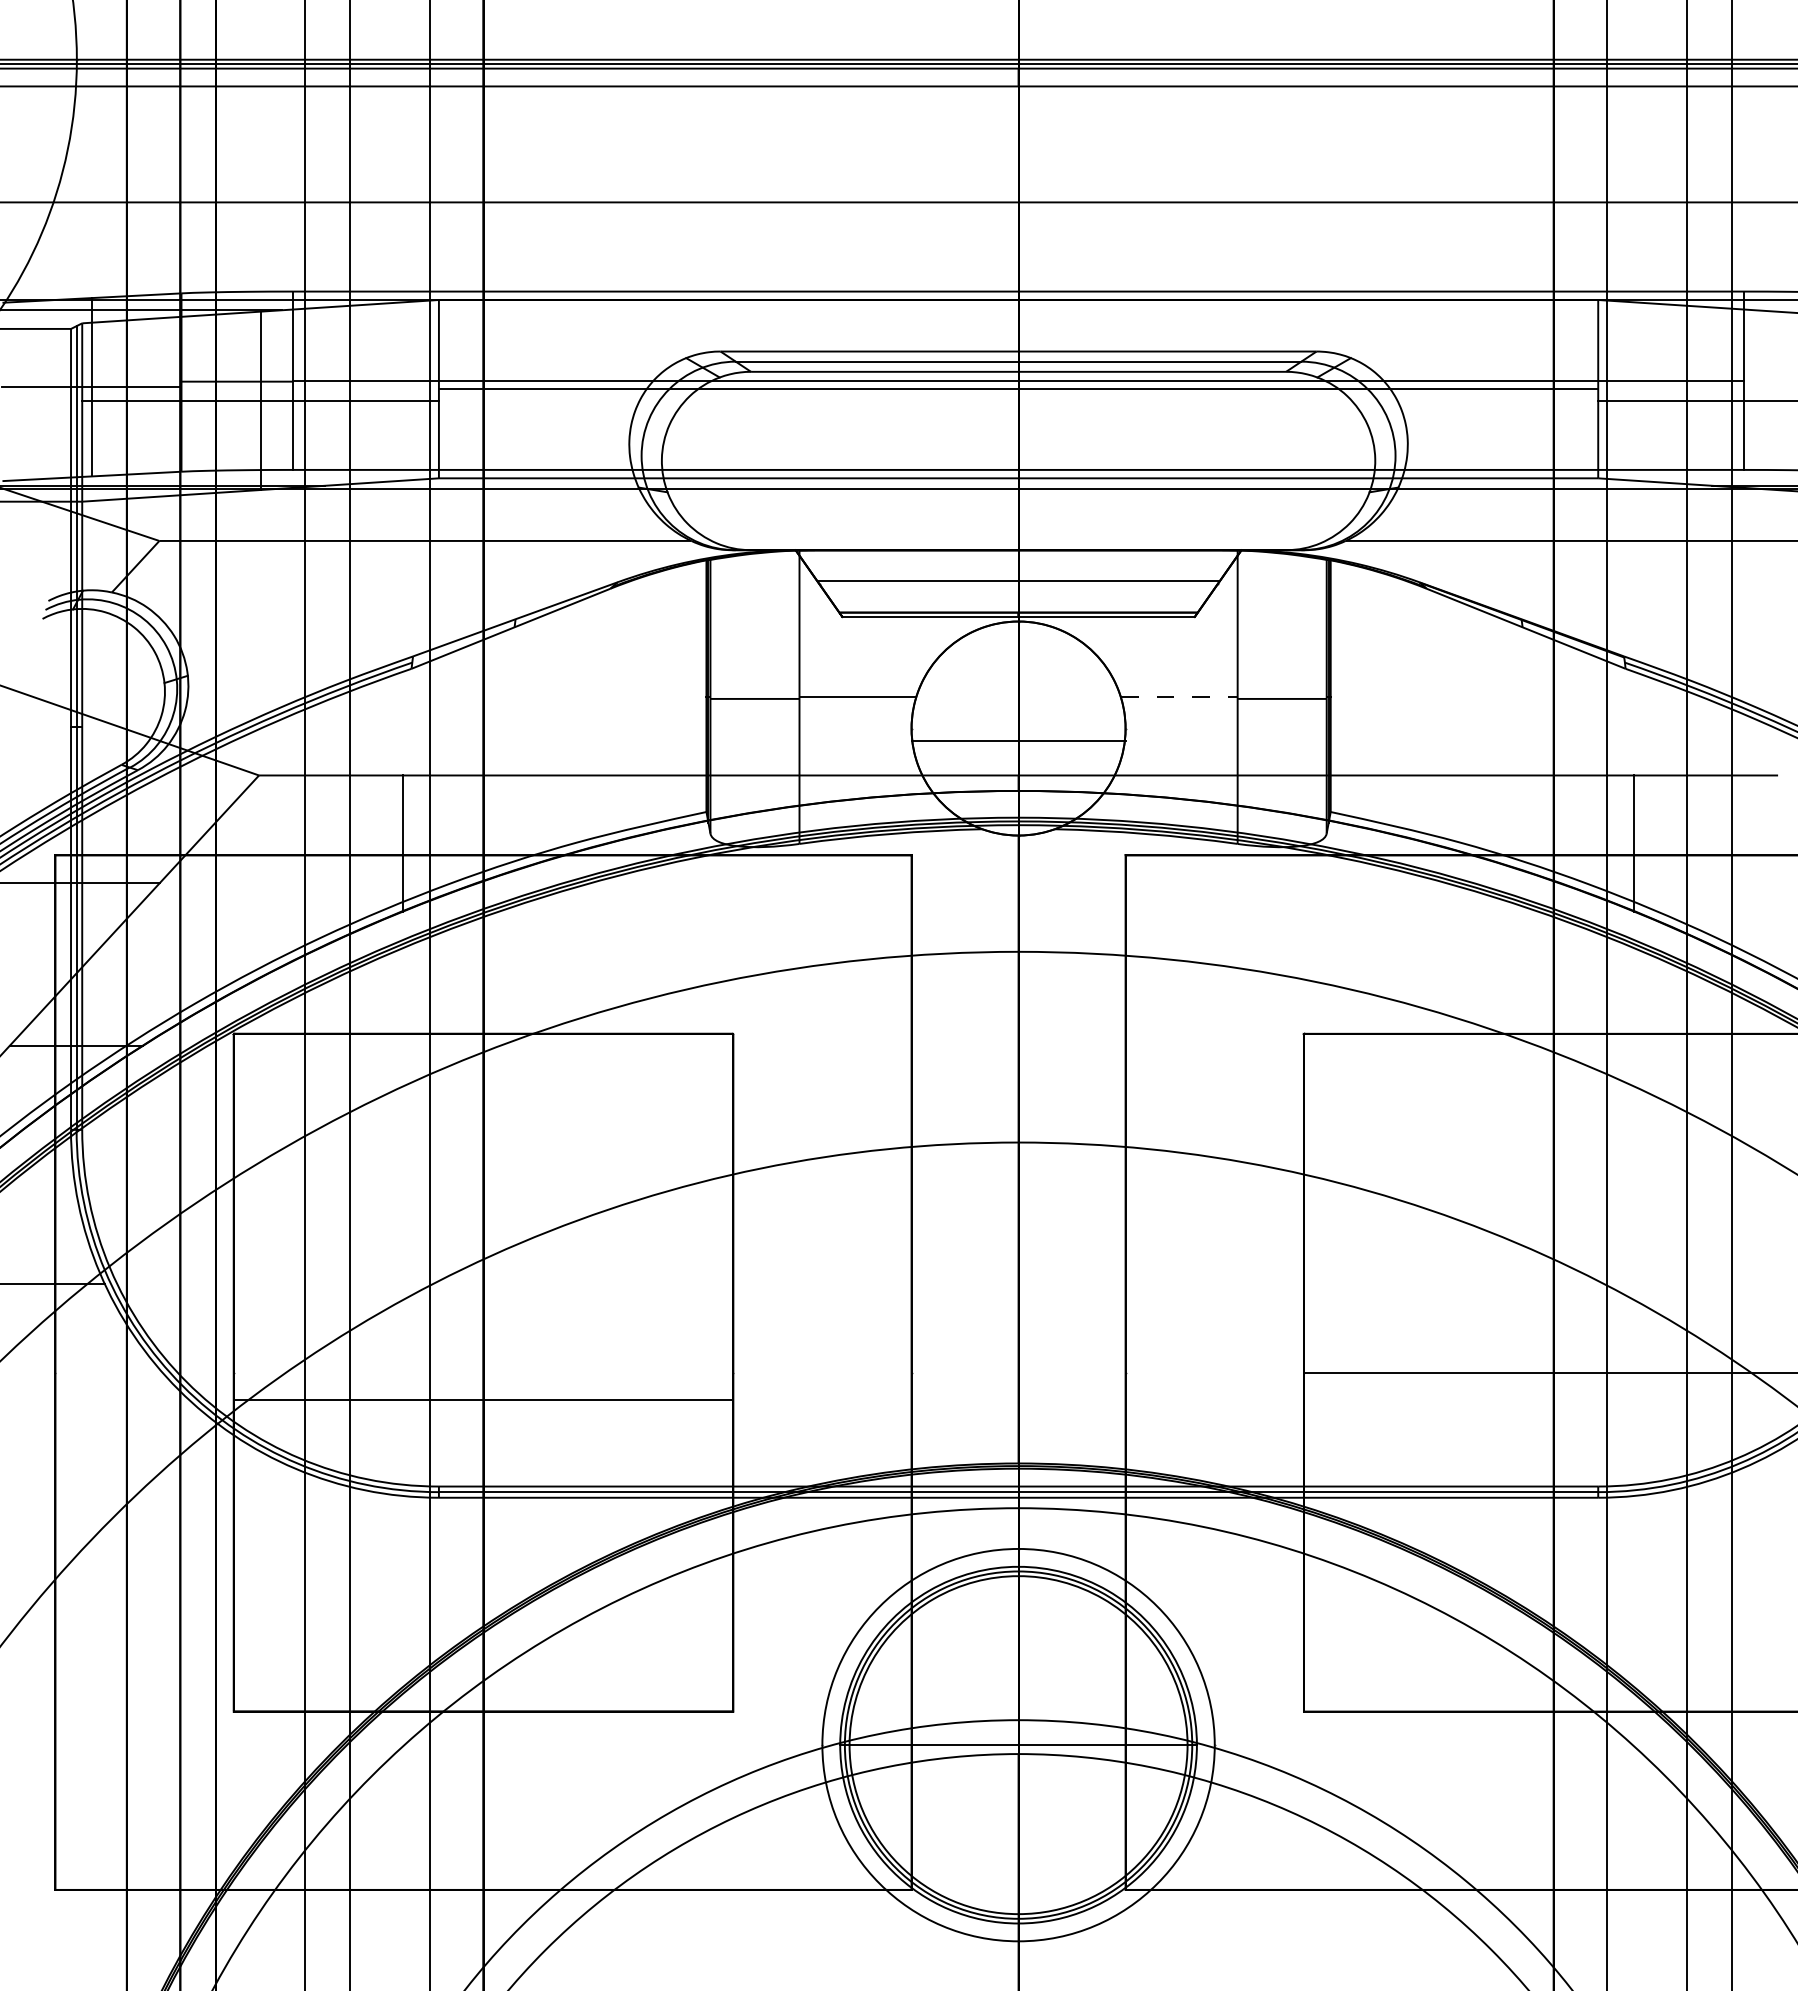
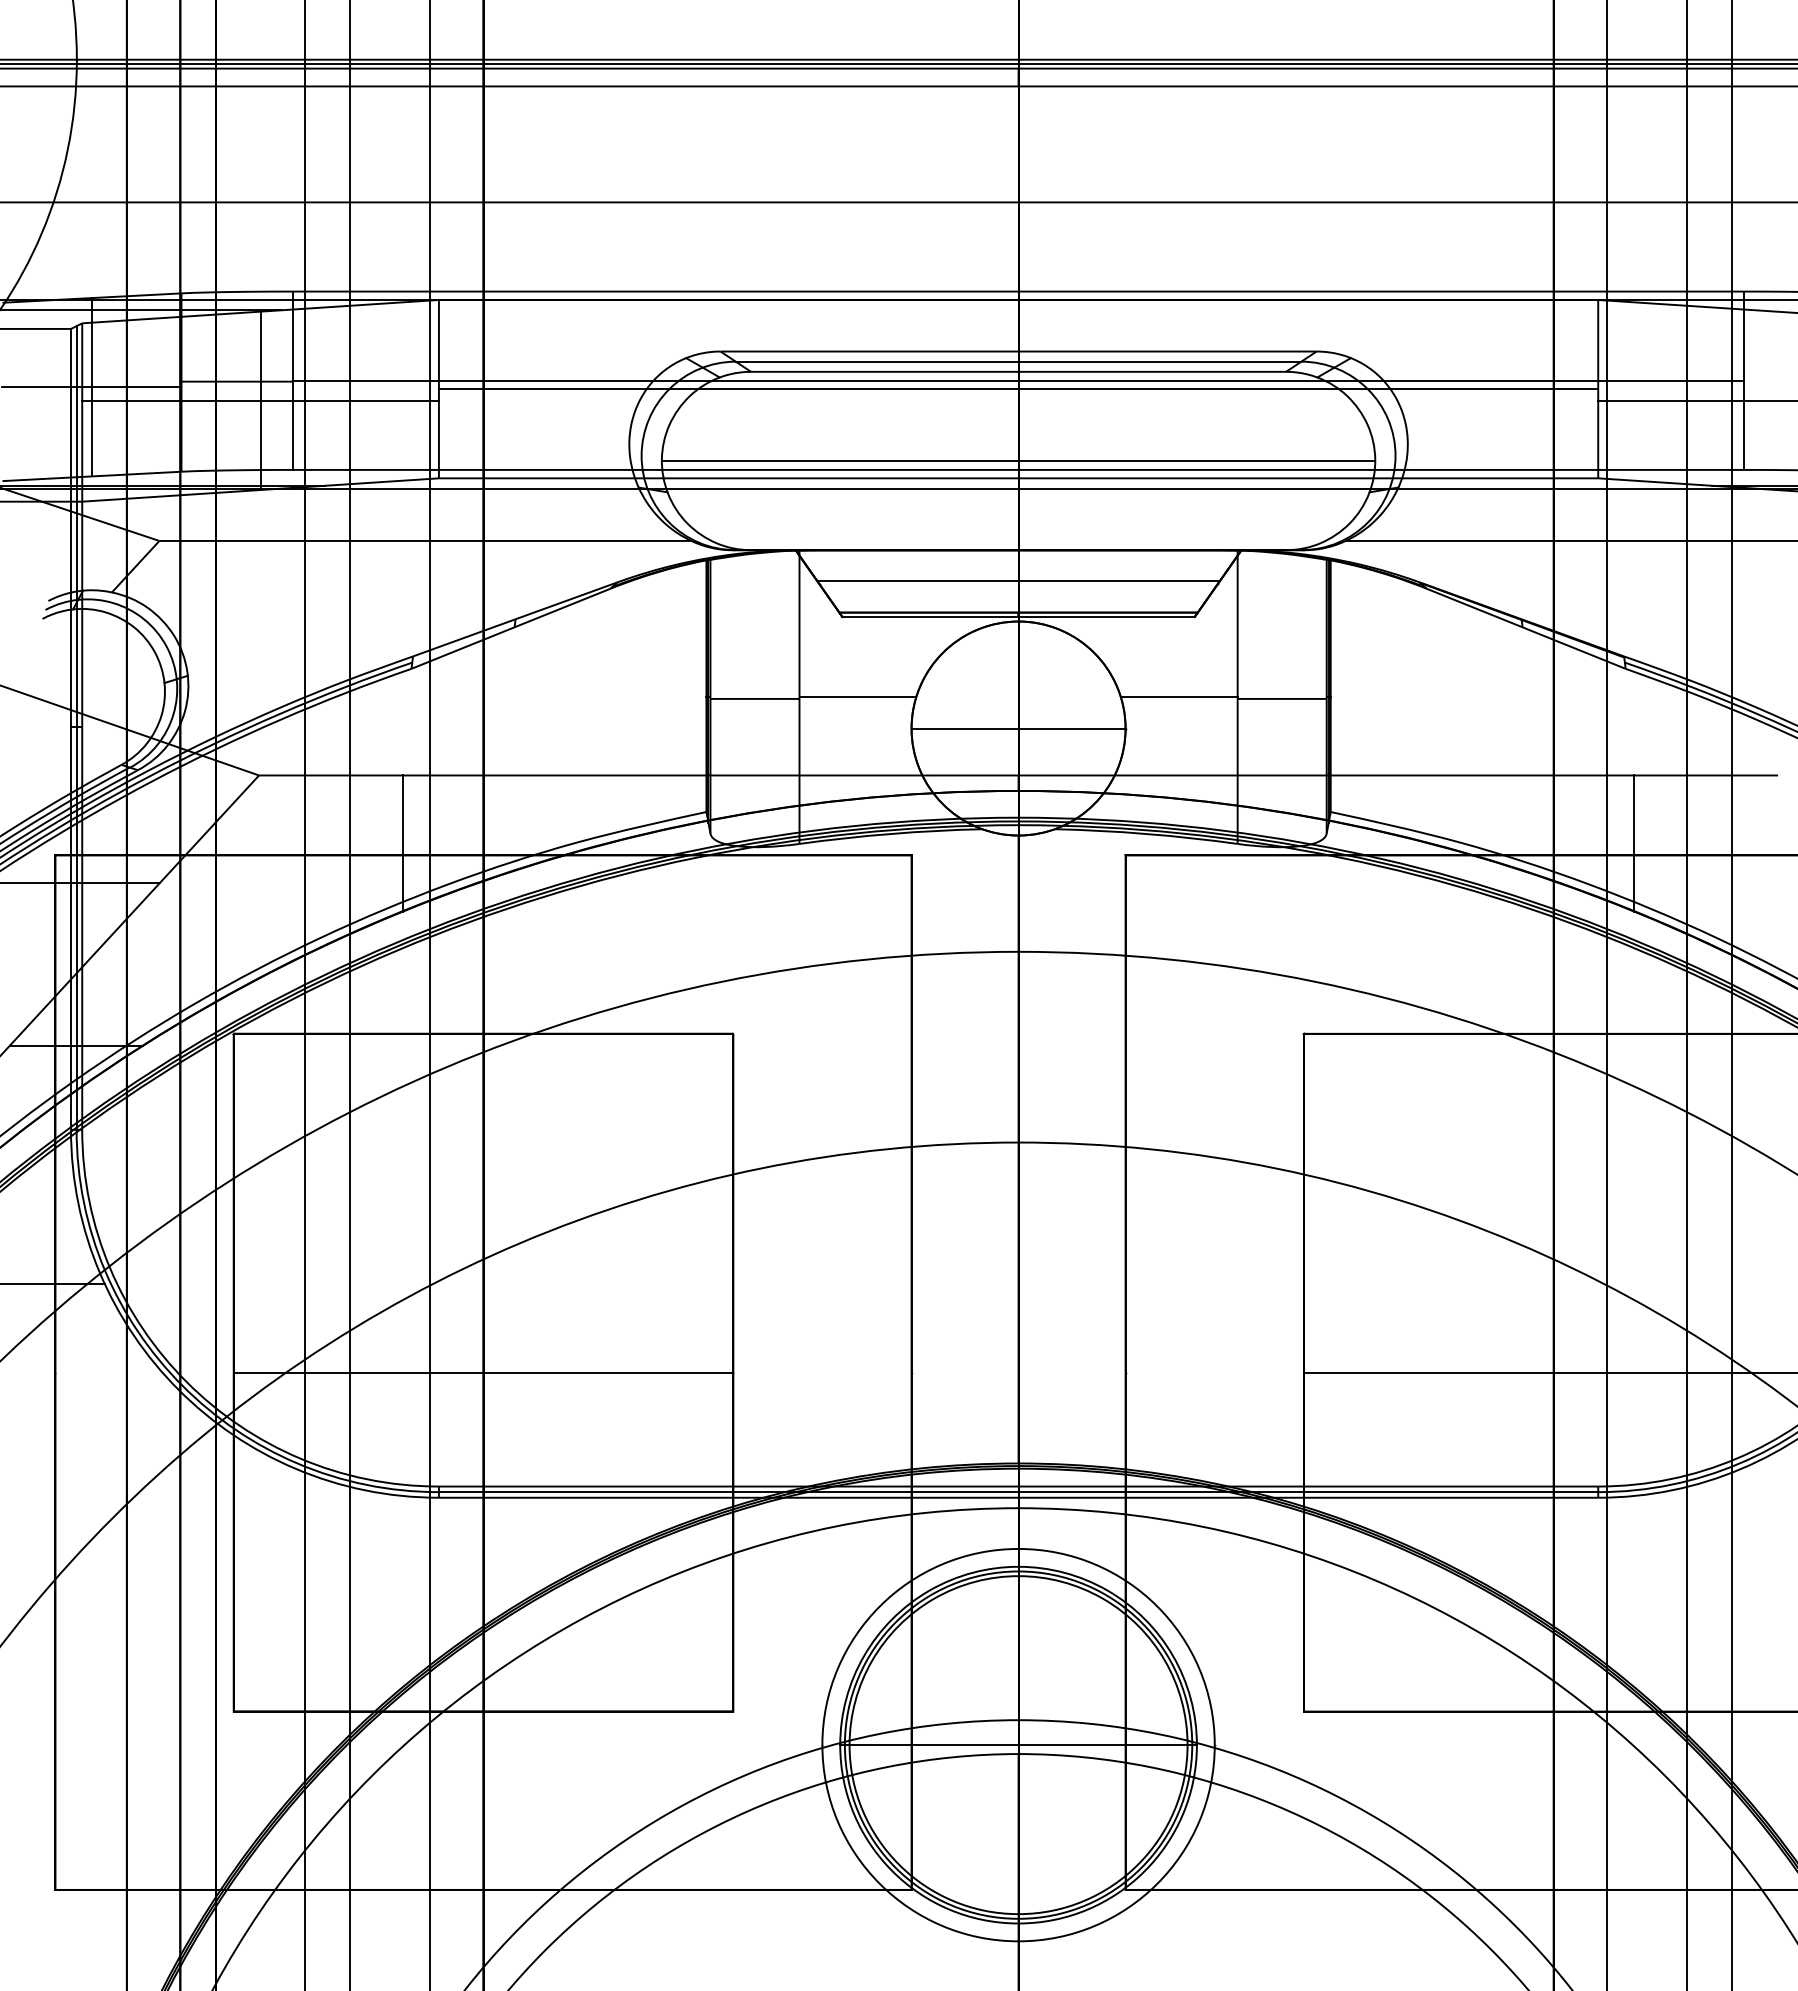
line at (1018, 461): none -> present
line at (1179, 697): dashed -> solid
line at (1018, 740) position: (1018, 740) -> (1018, 728)
line at (483, 1399) position: (483, 1399) -> (483, 1372)
